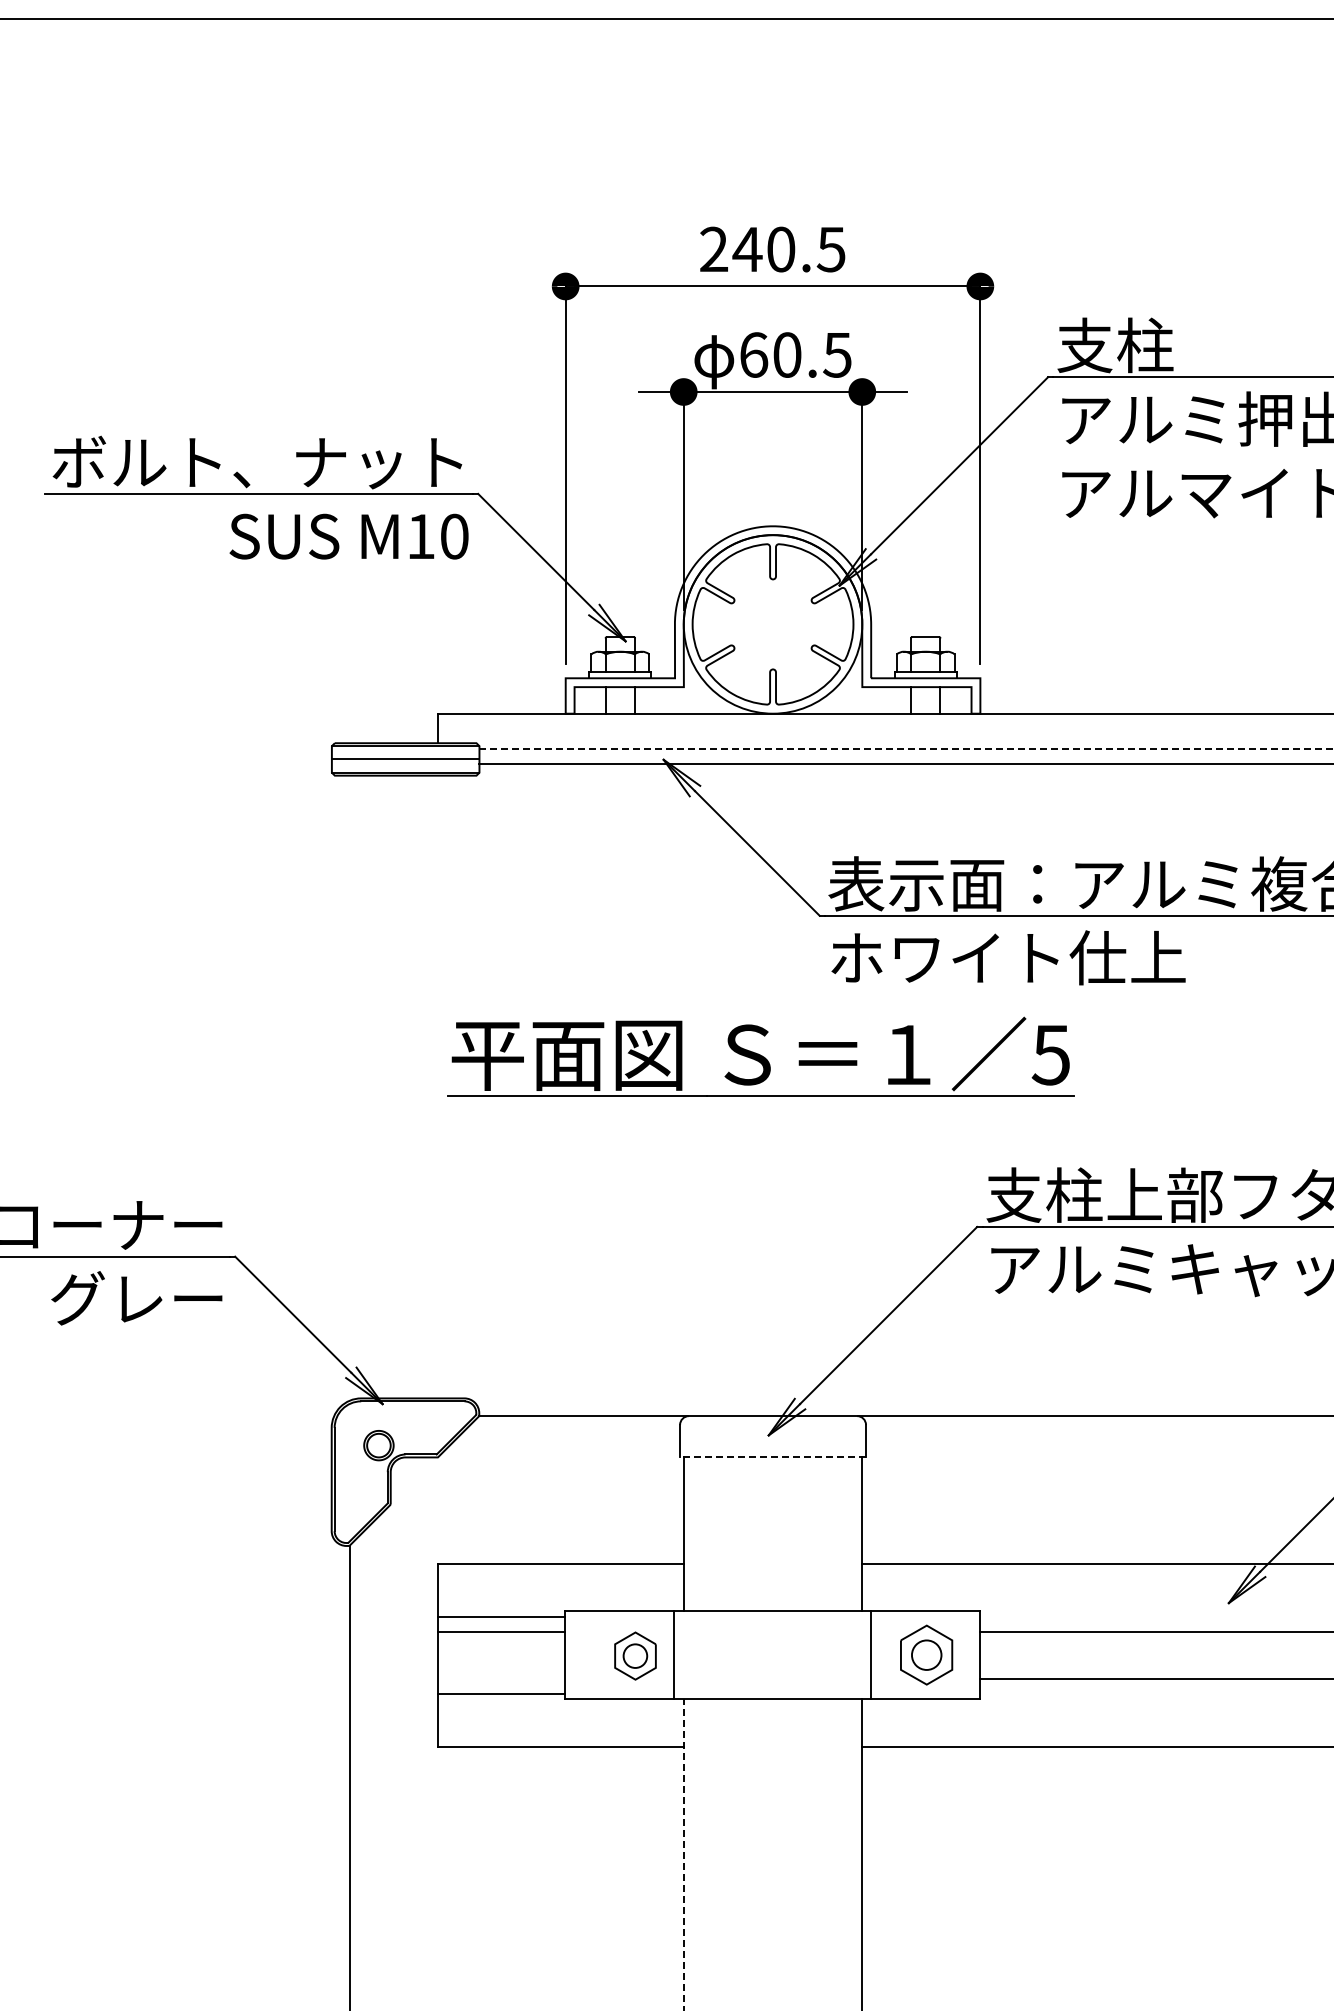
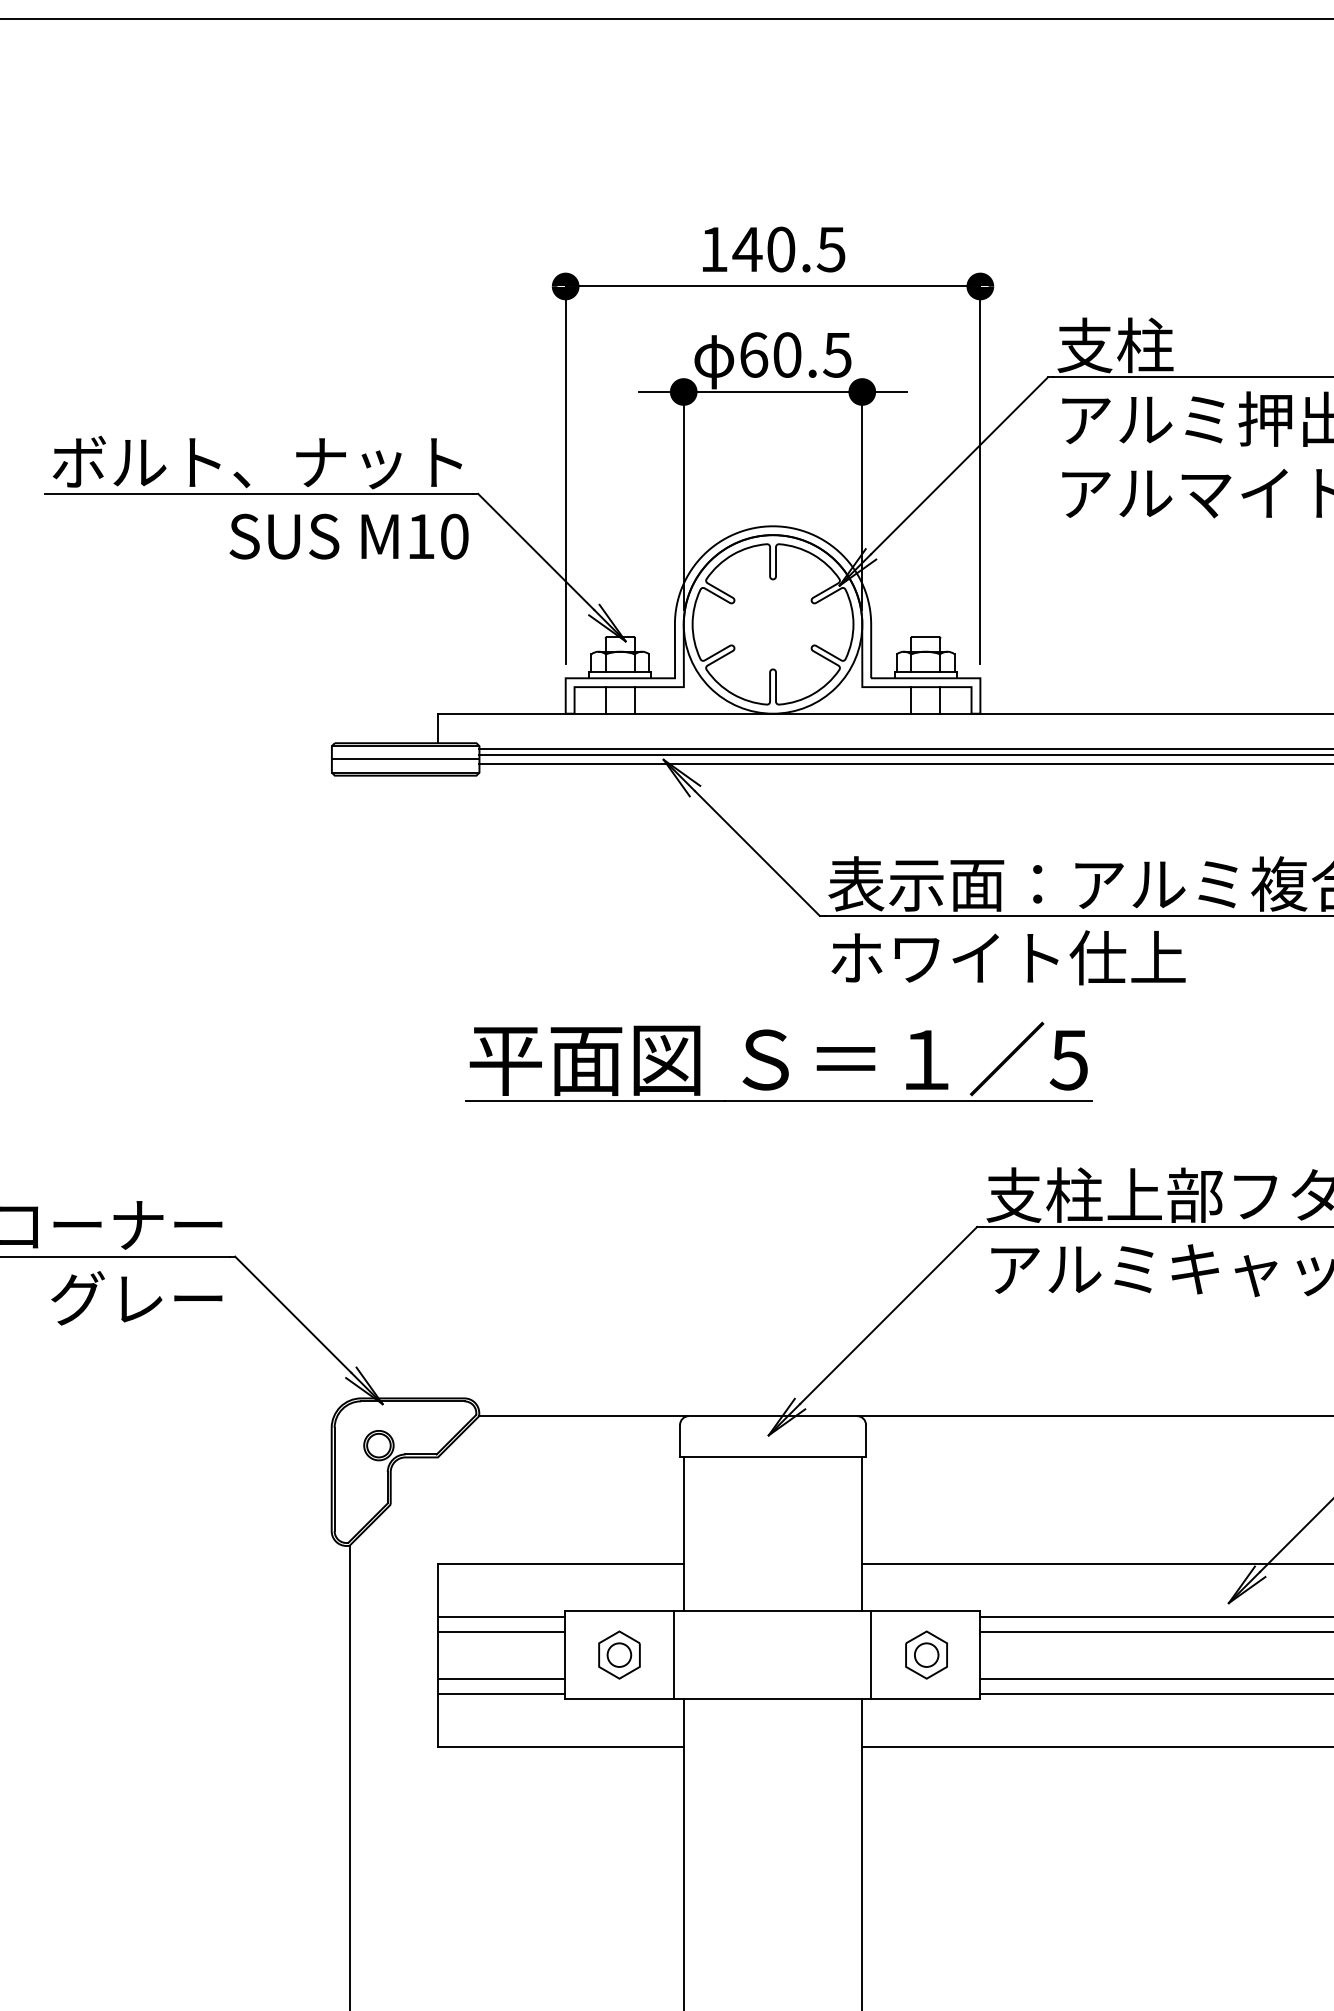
text at (713, 248): 240.5 -> 140.5
line at (907, 749): dashed -> solid
line at (904, 755): none -> present
part at (760, 1056) position: (760, 1056) -> (778, 1061)
line at (773, 1457): dashed -> solid
line at (1154, 1616): none -> present
part at (926, 1654) size: 54x62 px -> 43x50 px
part at (635, 1655) position: (635, 1655) -> (619, 1654)
line at (501, 1678): none -> present
line at (1154, 1693): none -> present
line at (683, 1855): dashed -> solid
